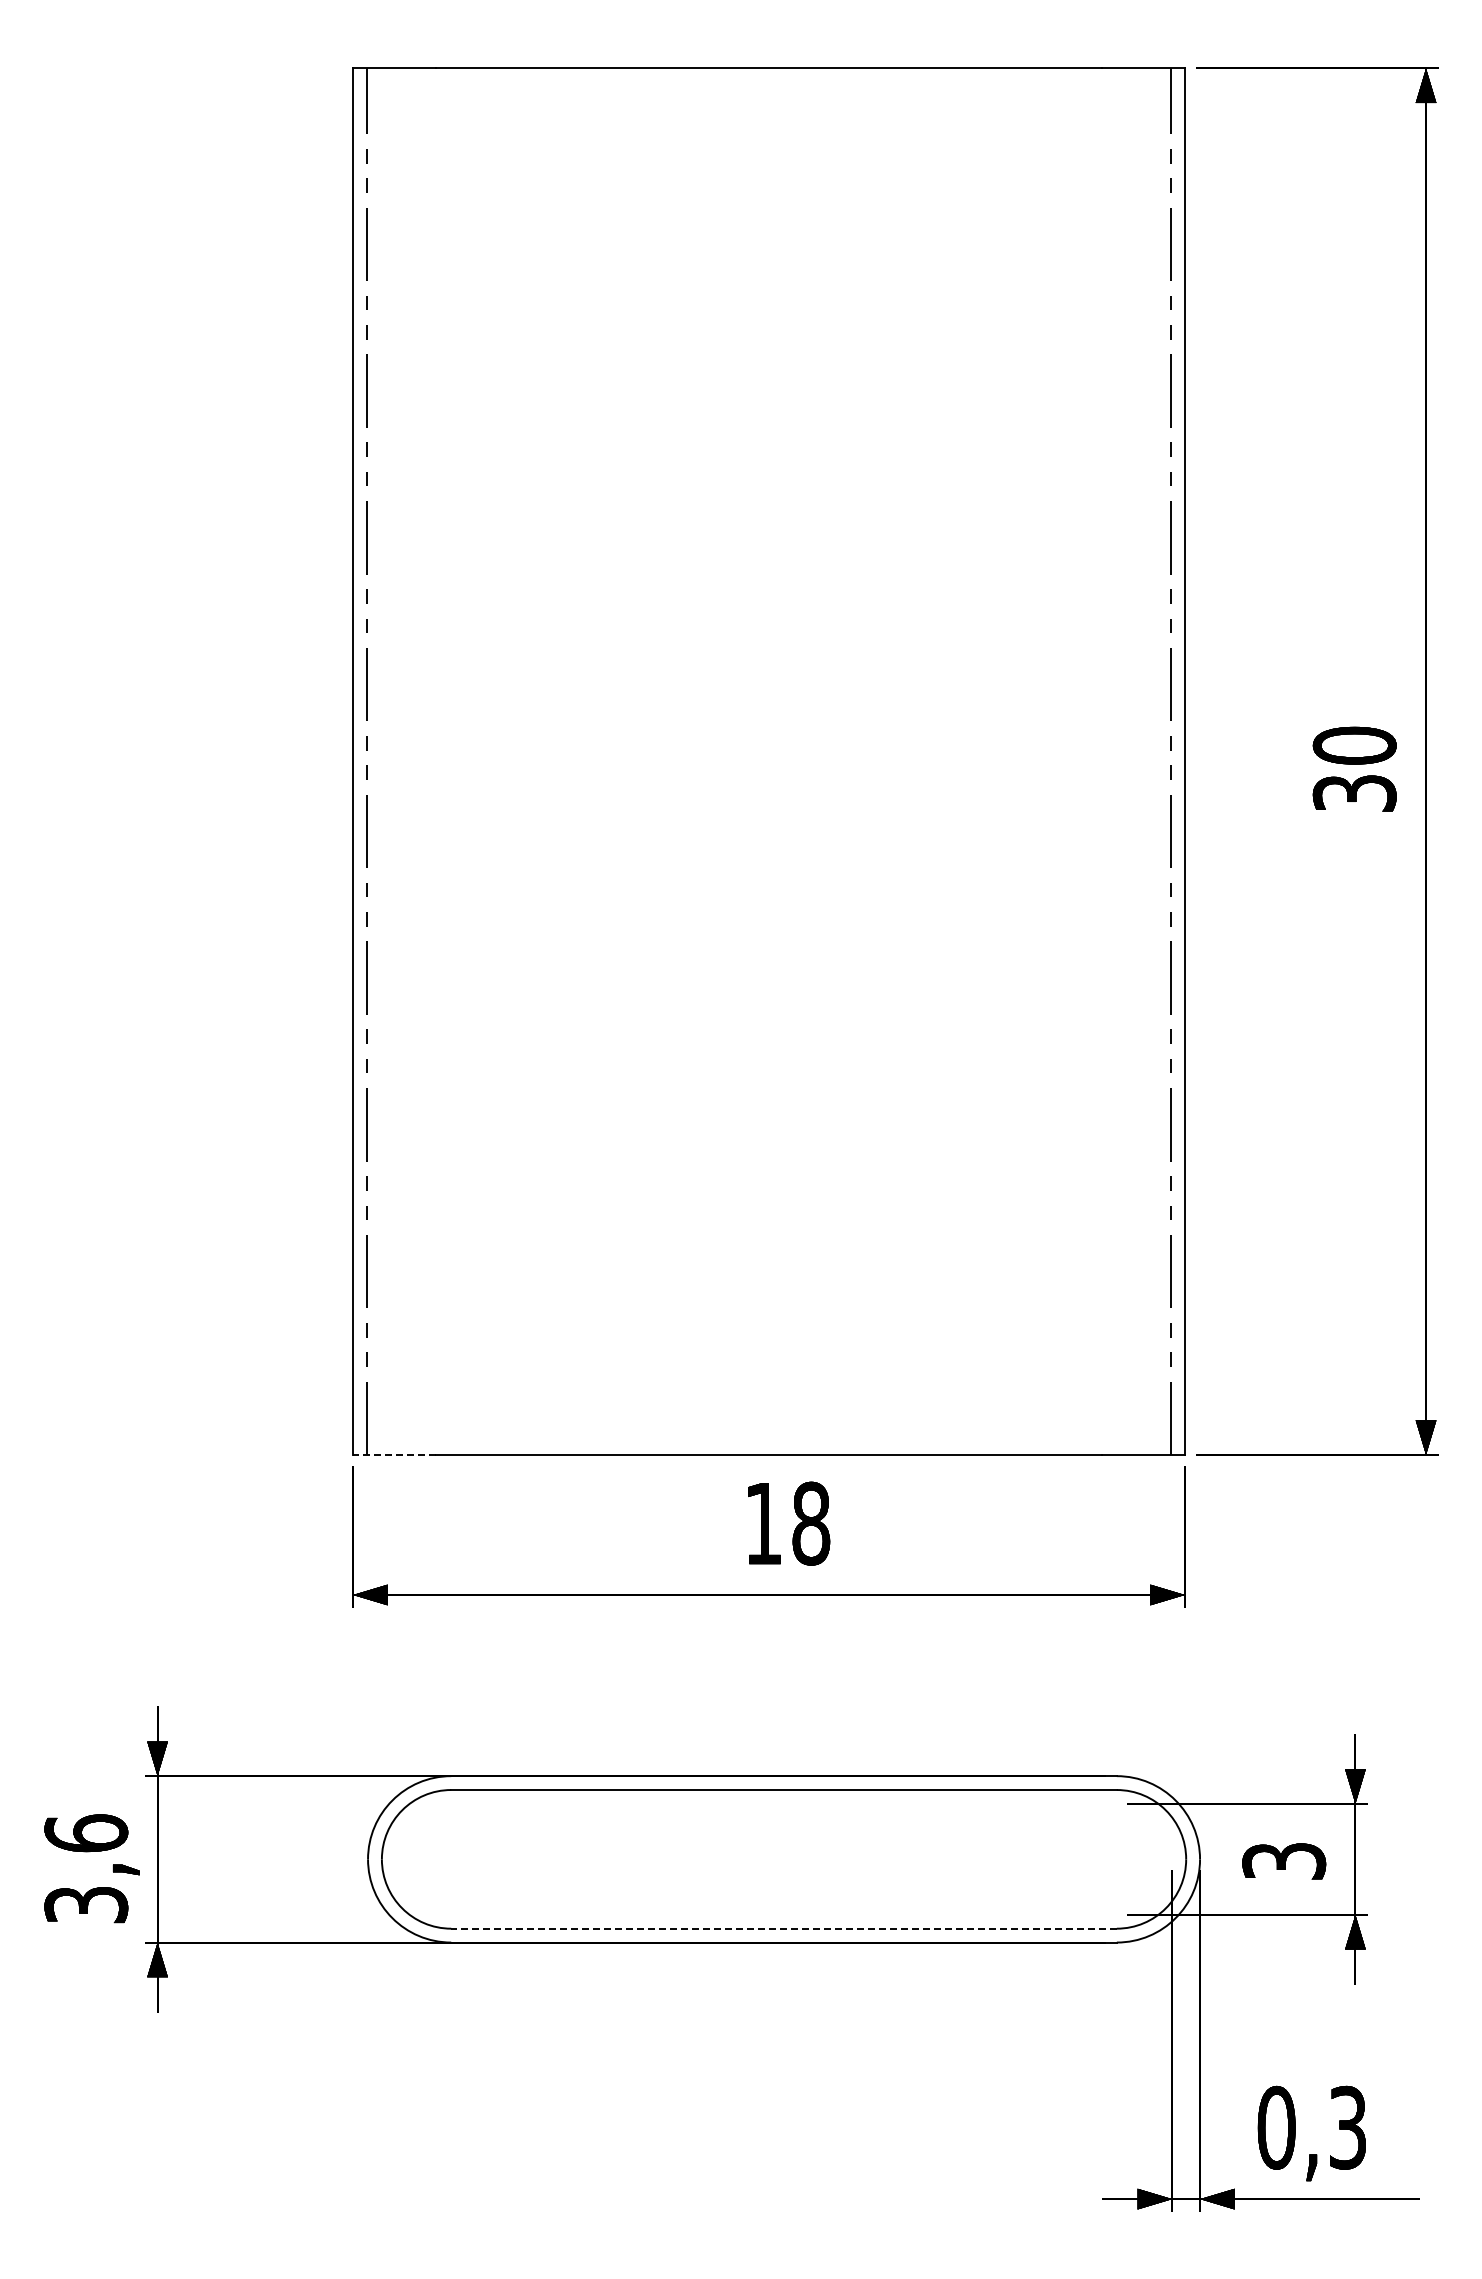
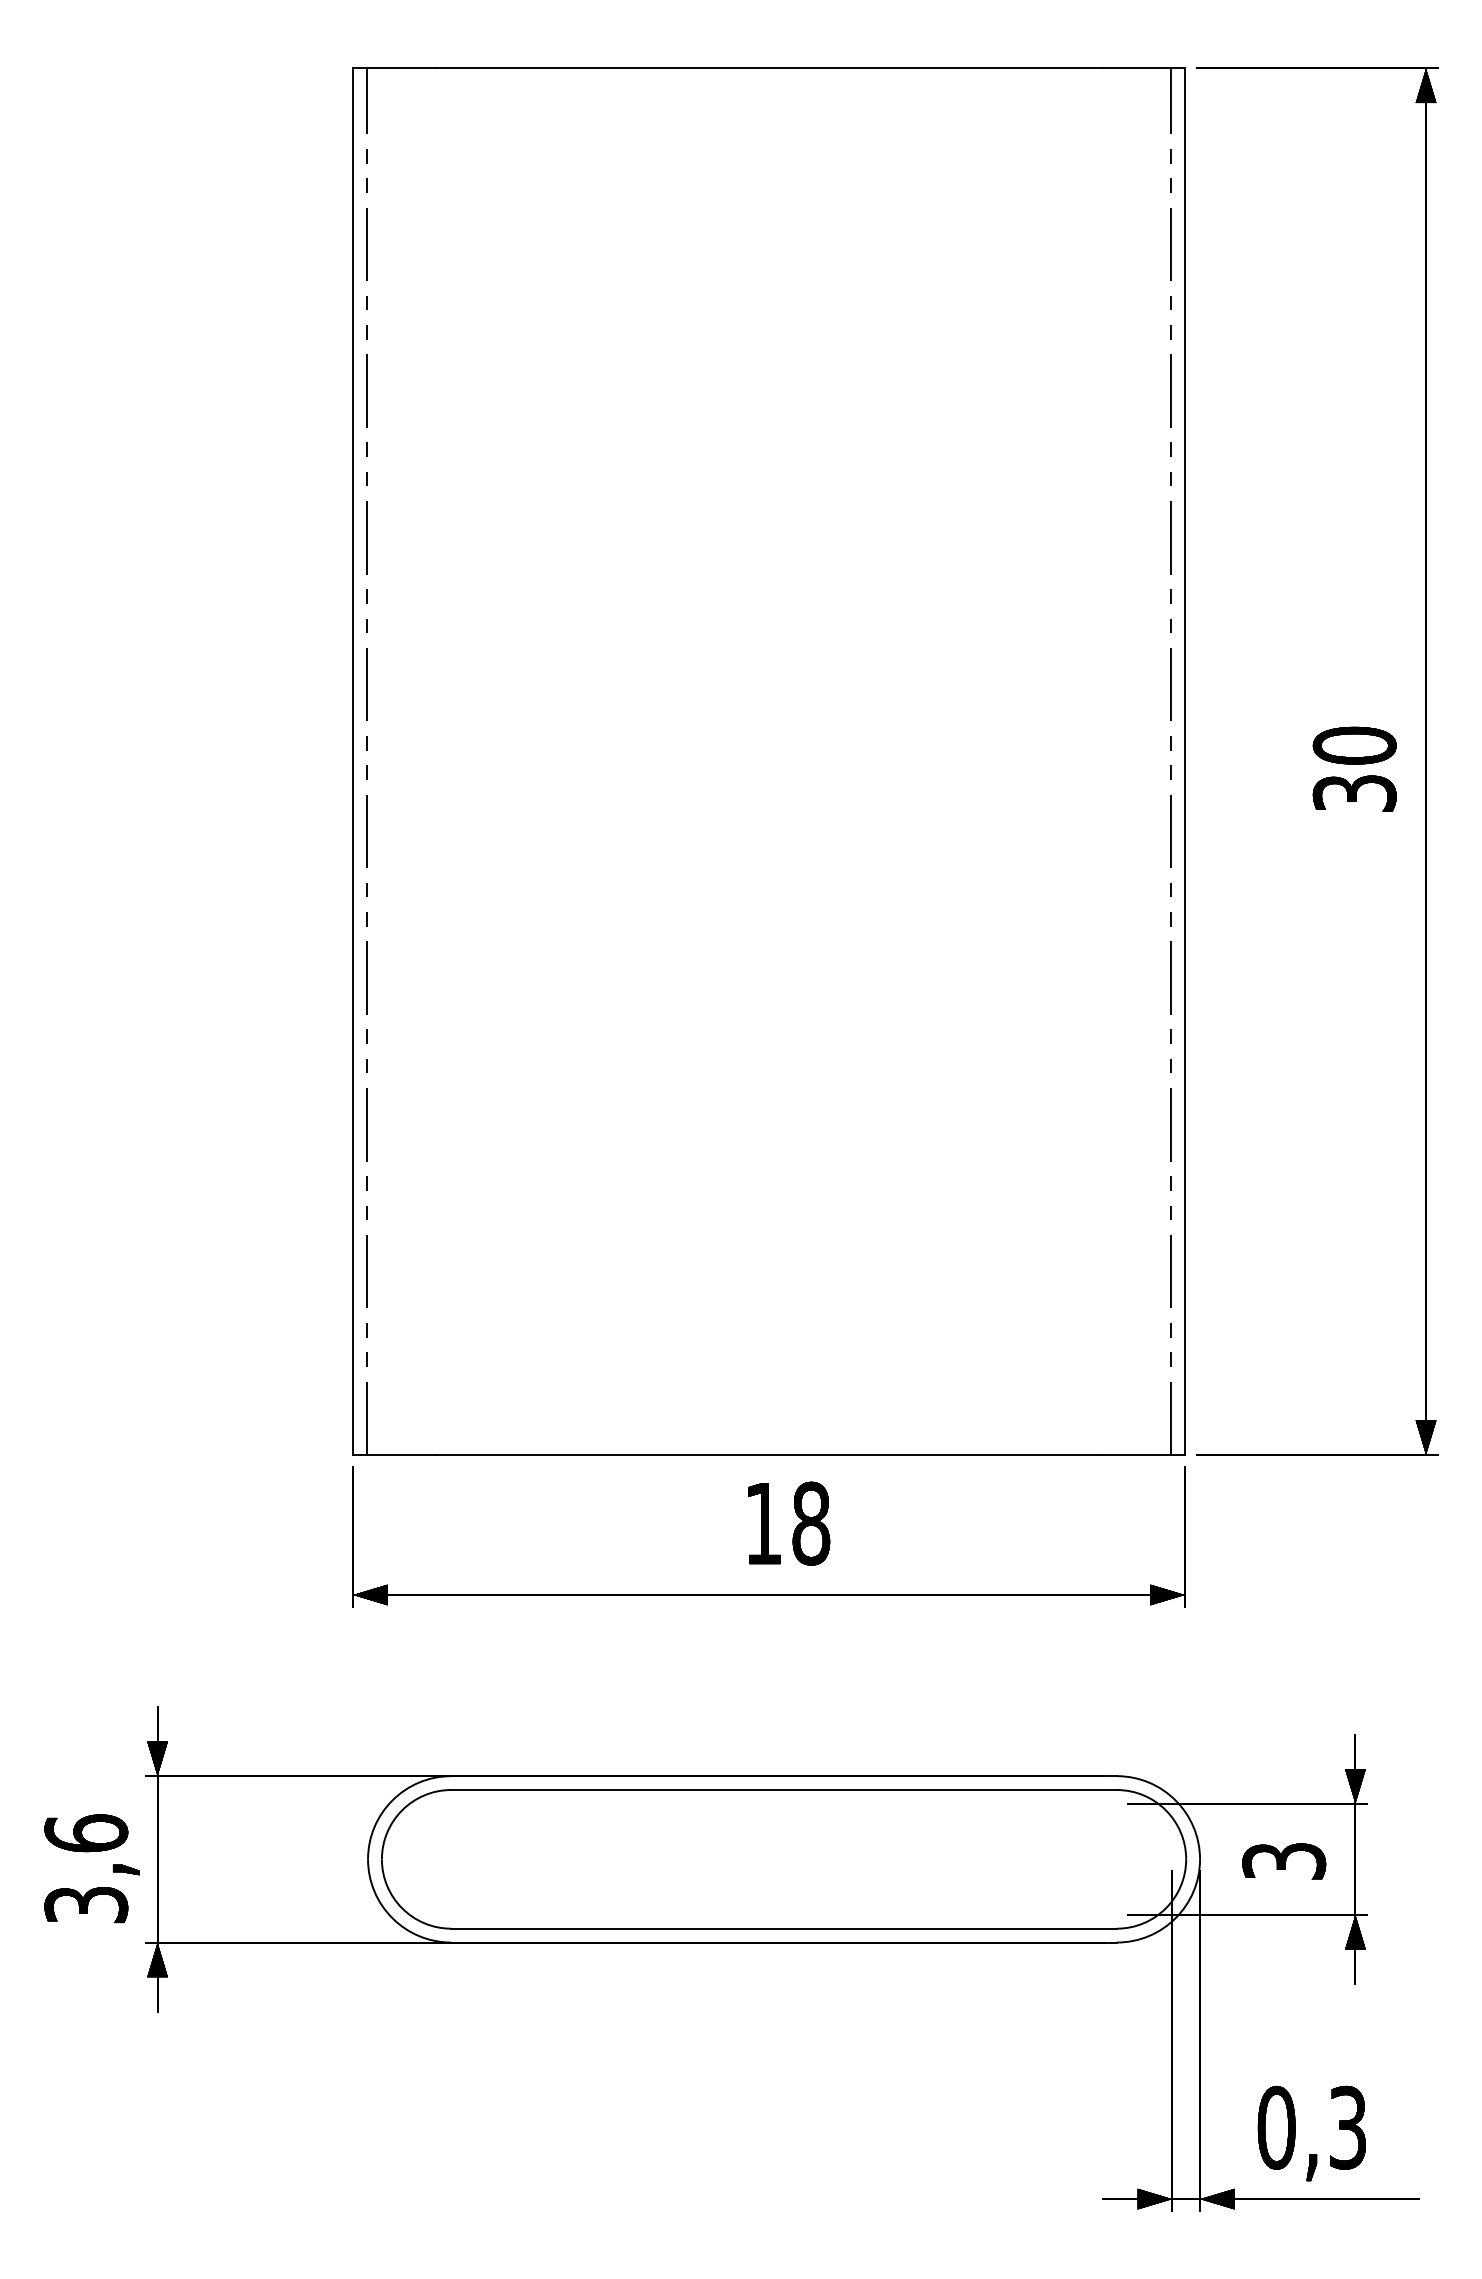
line at (394, 1455): dashed -> solid
line at (784, 1928): dashed -> solid
